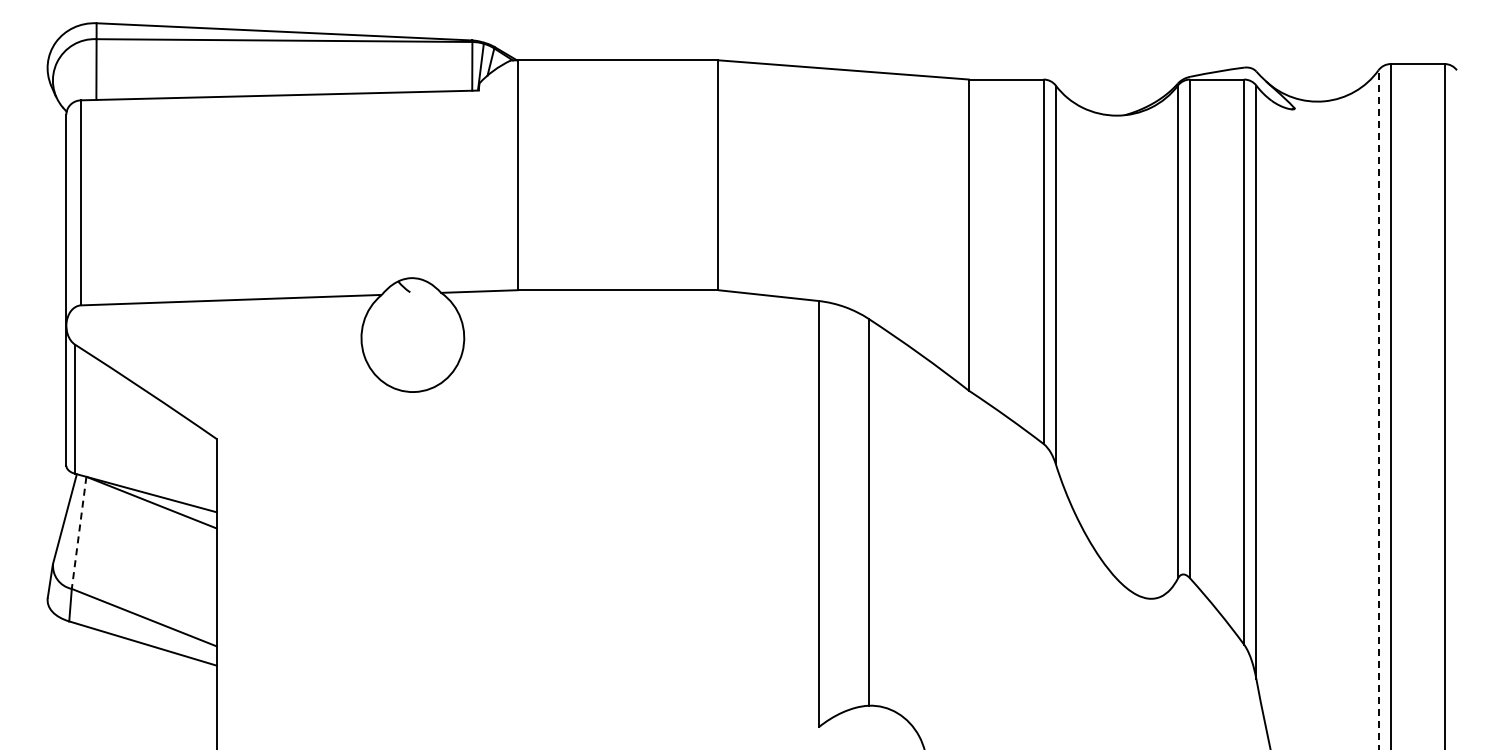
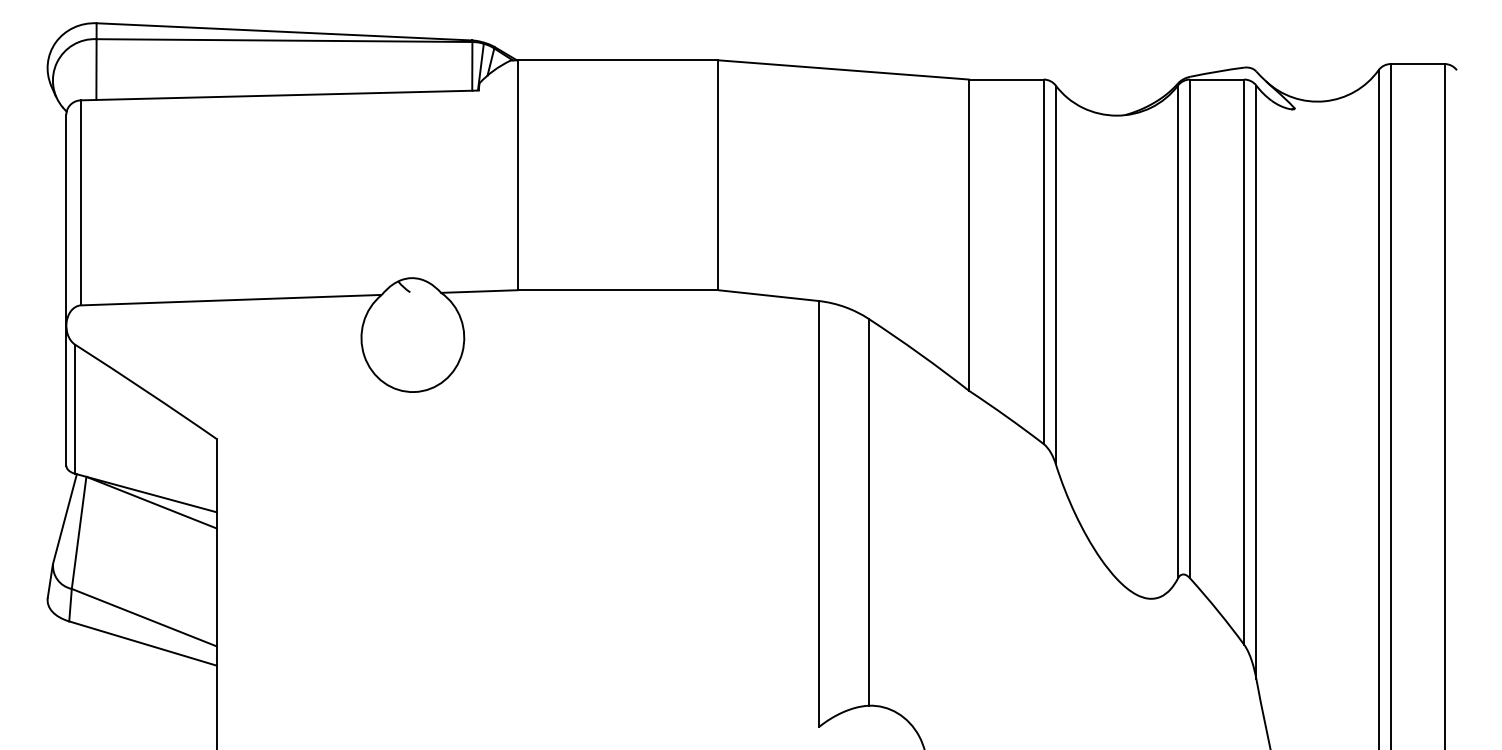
line at (1378, 410): dashed -> solid
line at (79, 532): dashed -> solid
